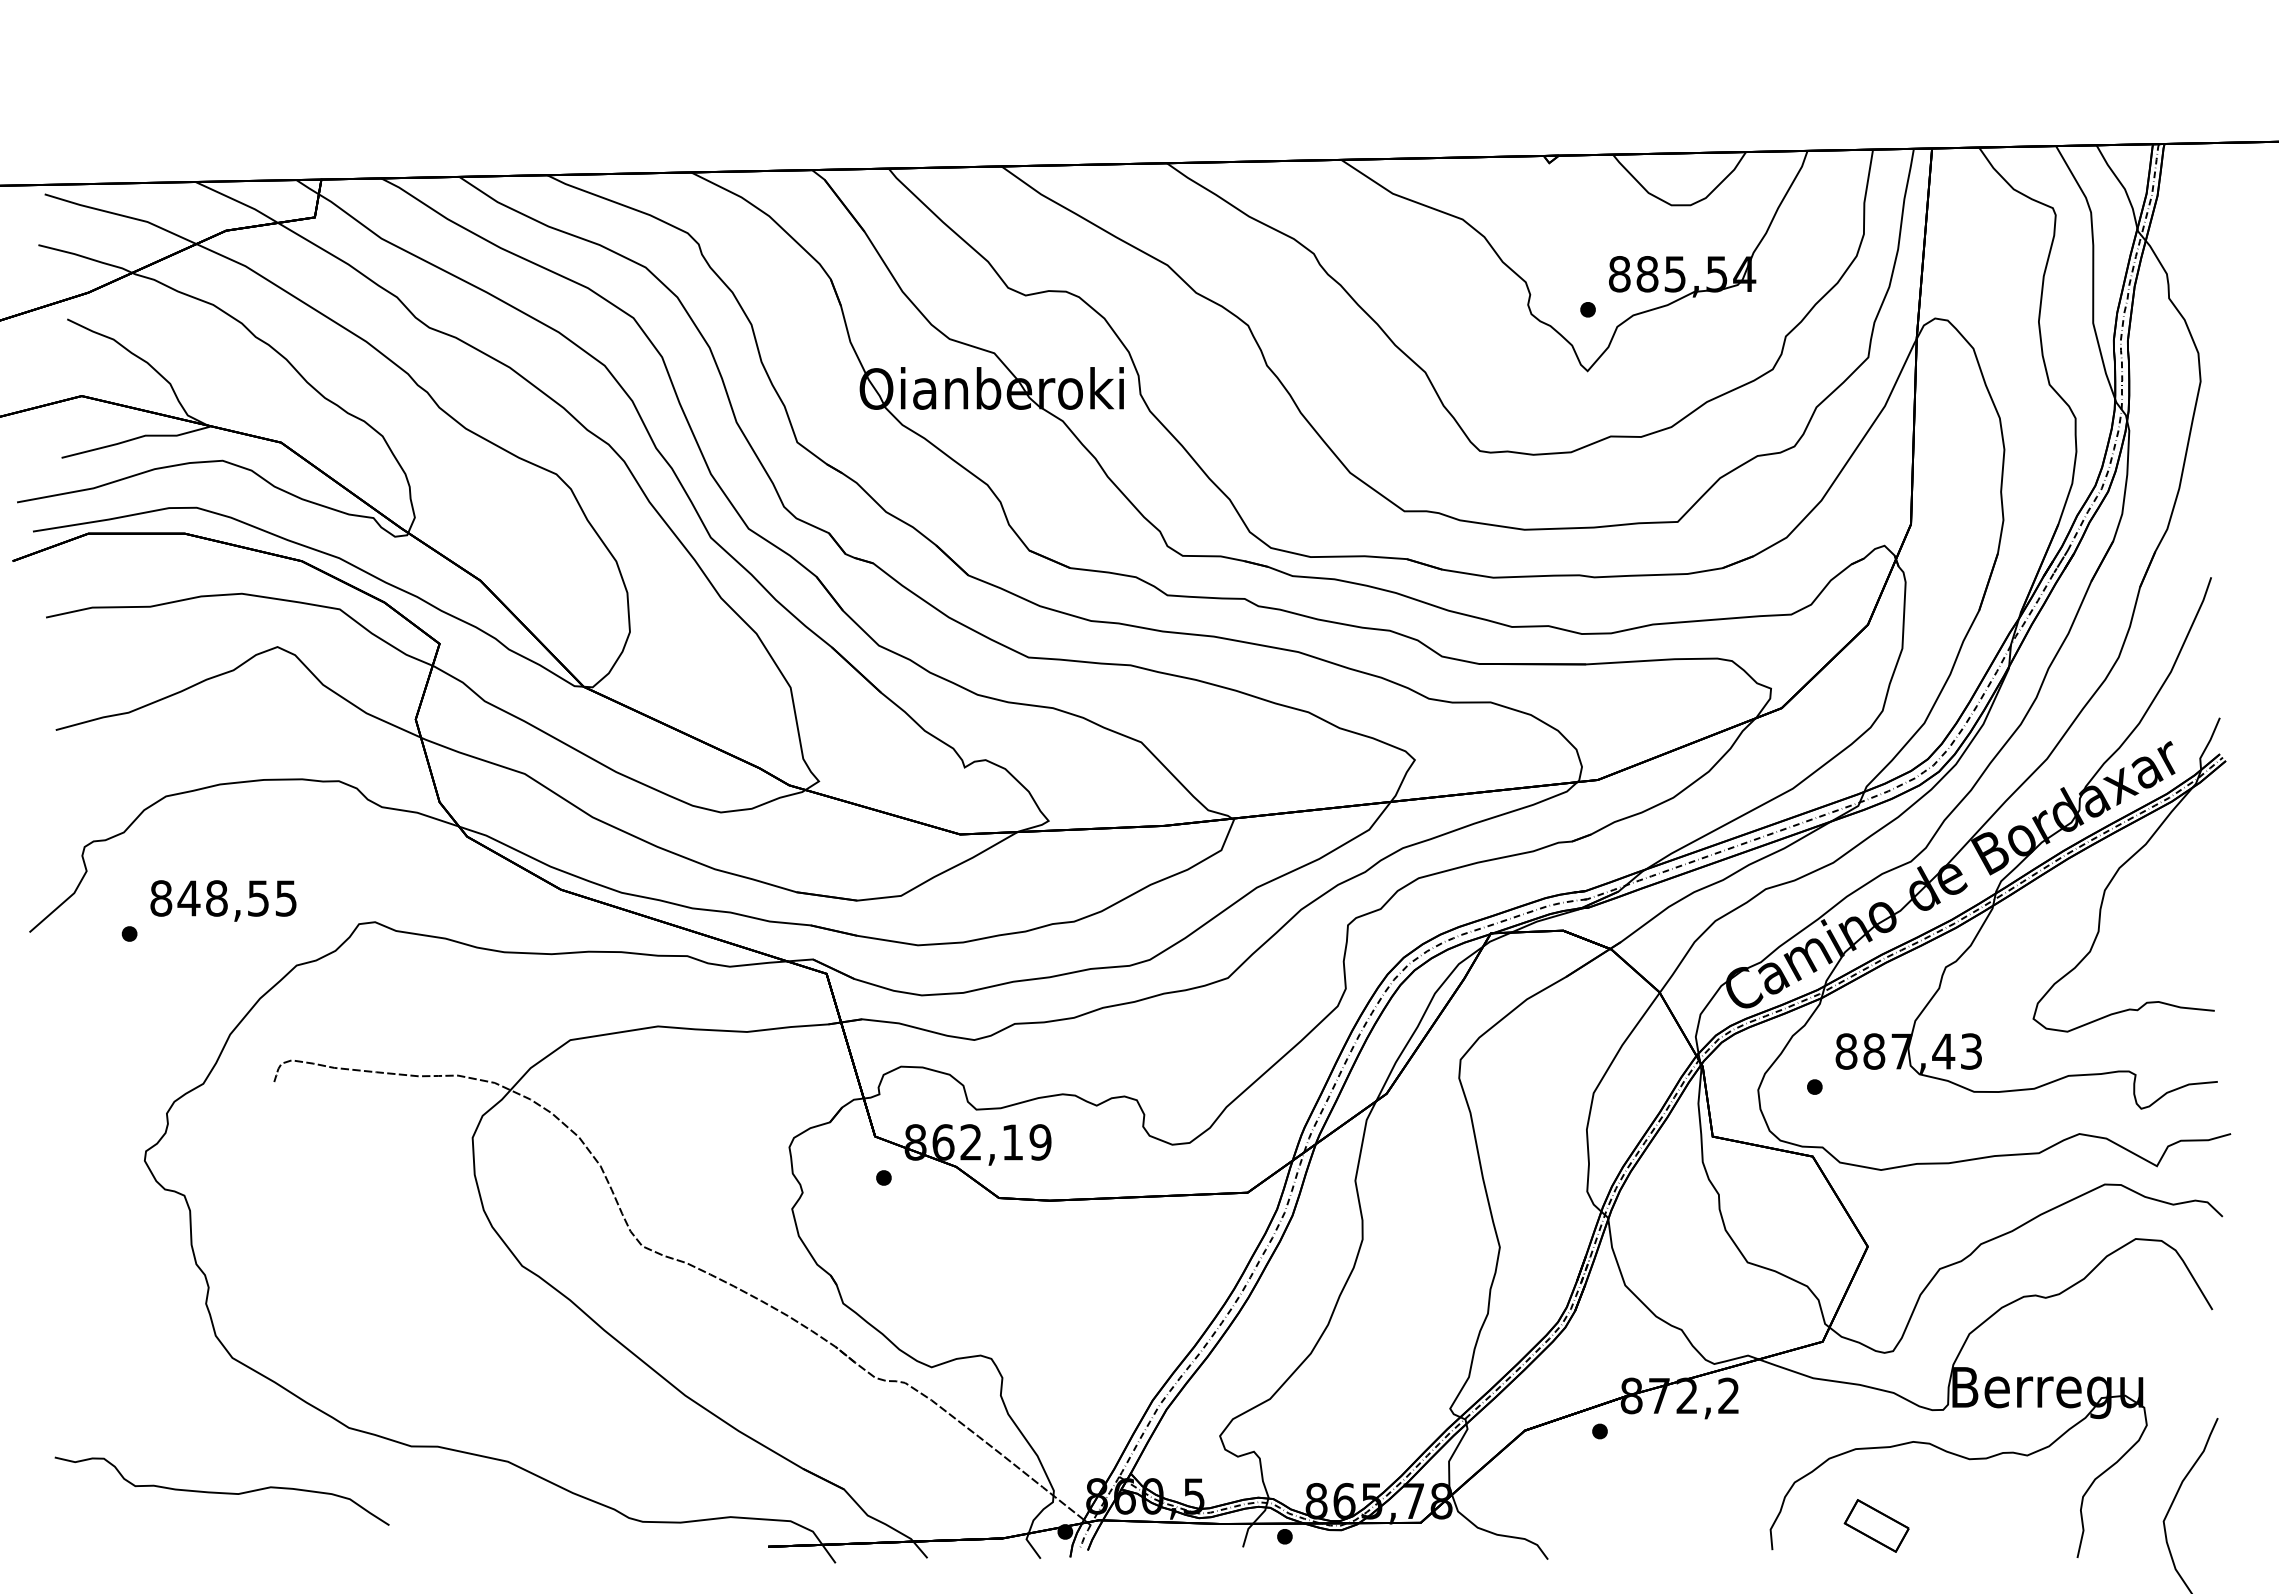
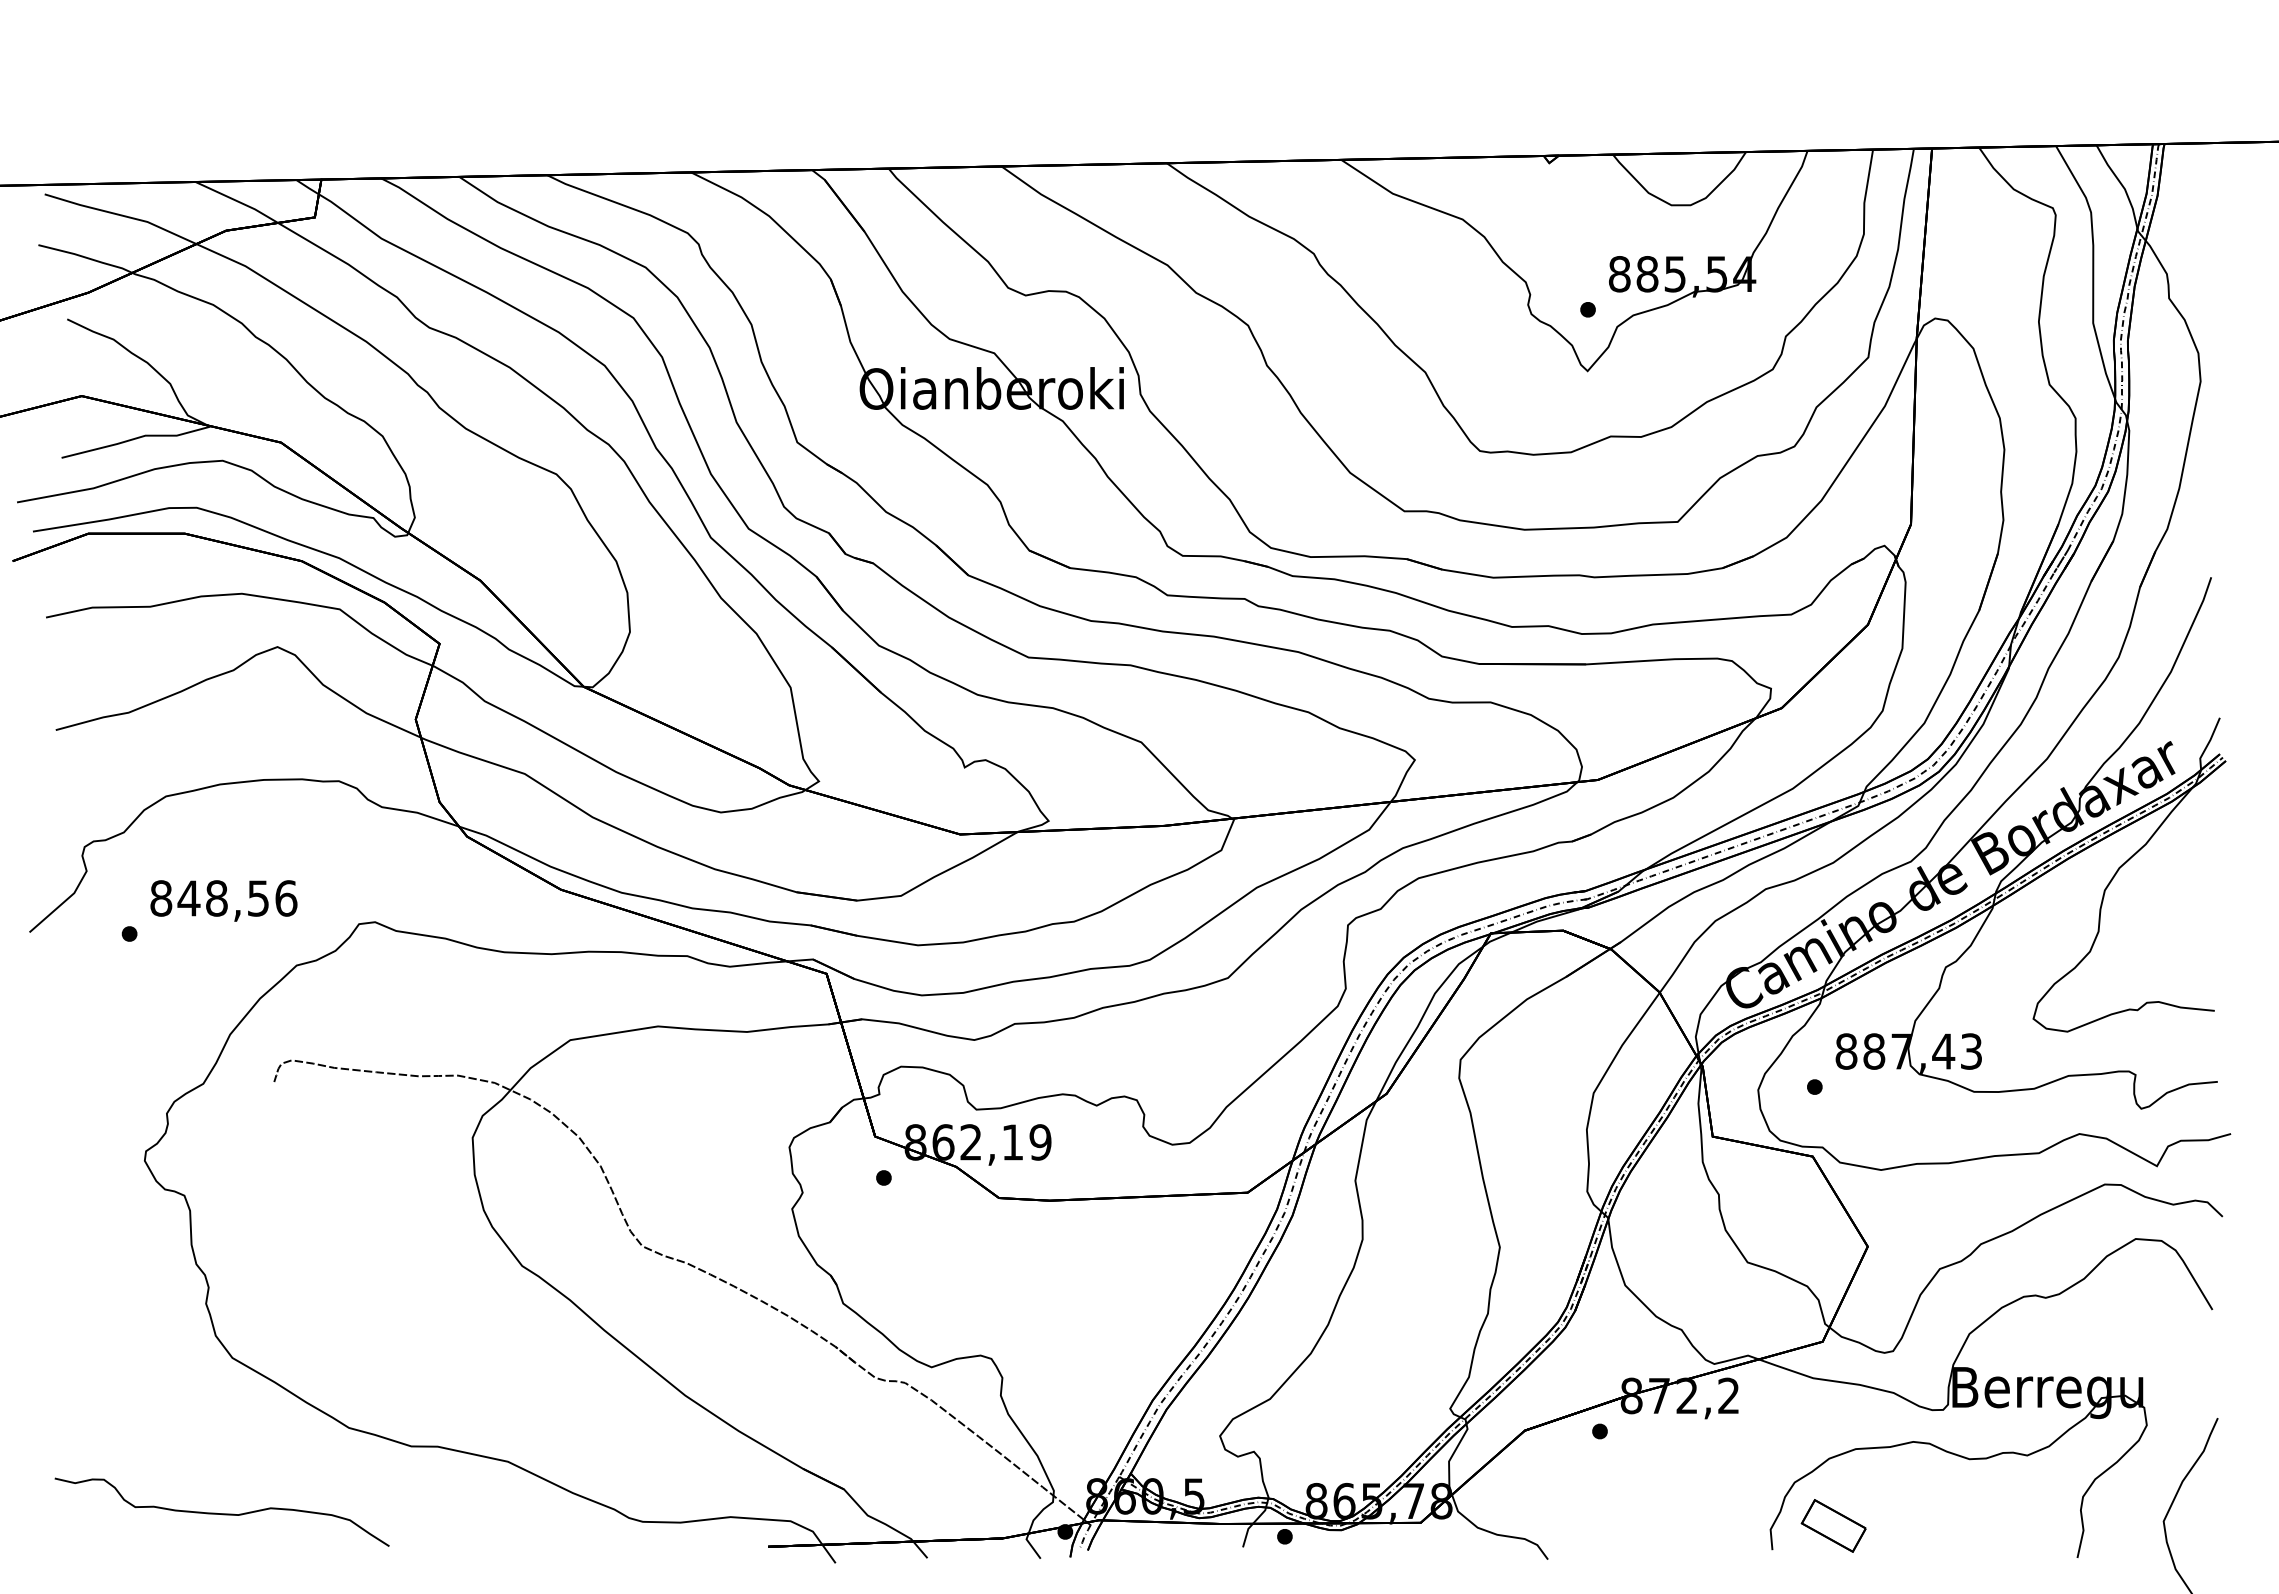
text at (286, 898): 848,55 -> 848,56
curve at (221, 1492) position: (221, 1492) -> (221, 1513)
part at (1876, 1525) position: (1876, 1525) -> (1833, 1525)
